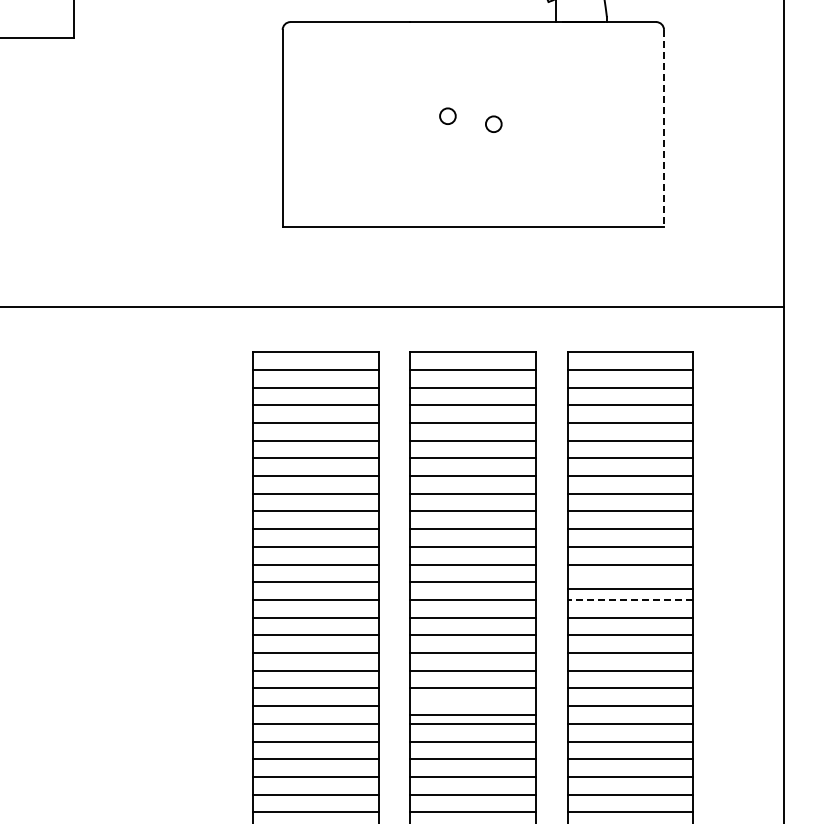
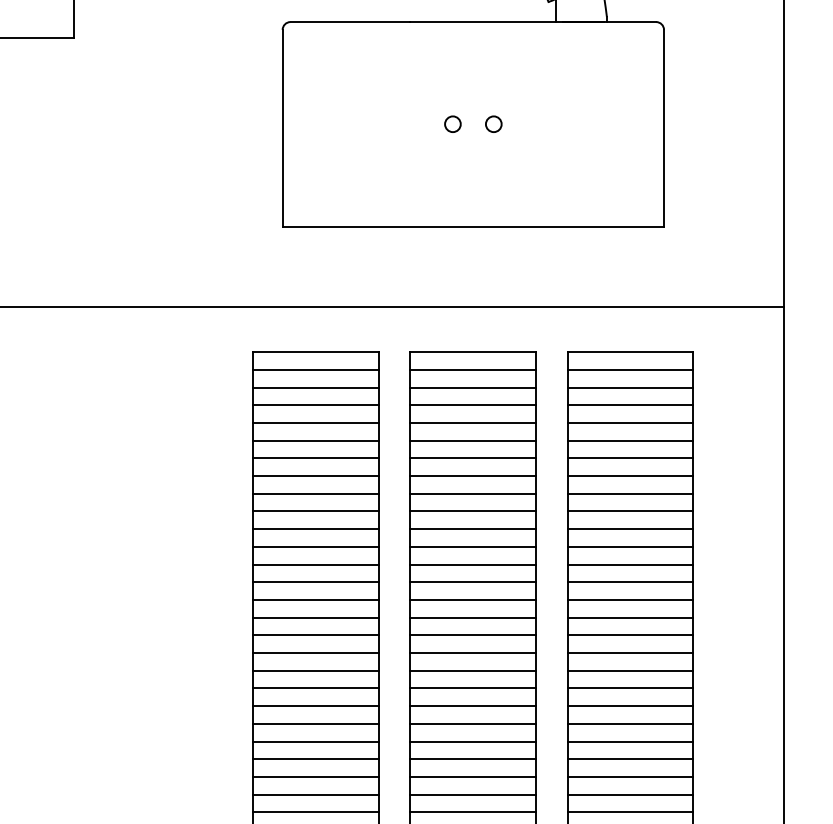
circle at (447, 115) position: (447, 115) -> (452, 123)
line at (664, 128): dashed -> solid
line at (630, 589) position: (630, 589) -> (630, 582)
line at (630, 599): dashed -> solid
line at (473, 715) position: (473, 715) -> (473, 706)
